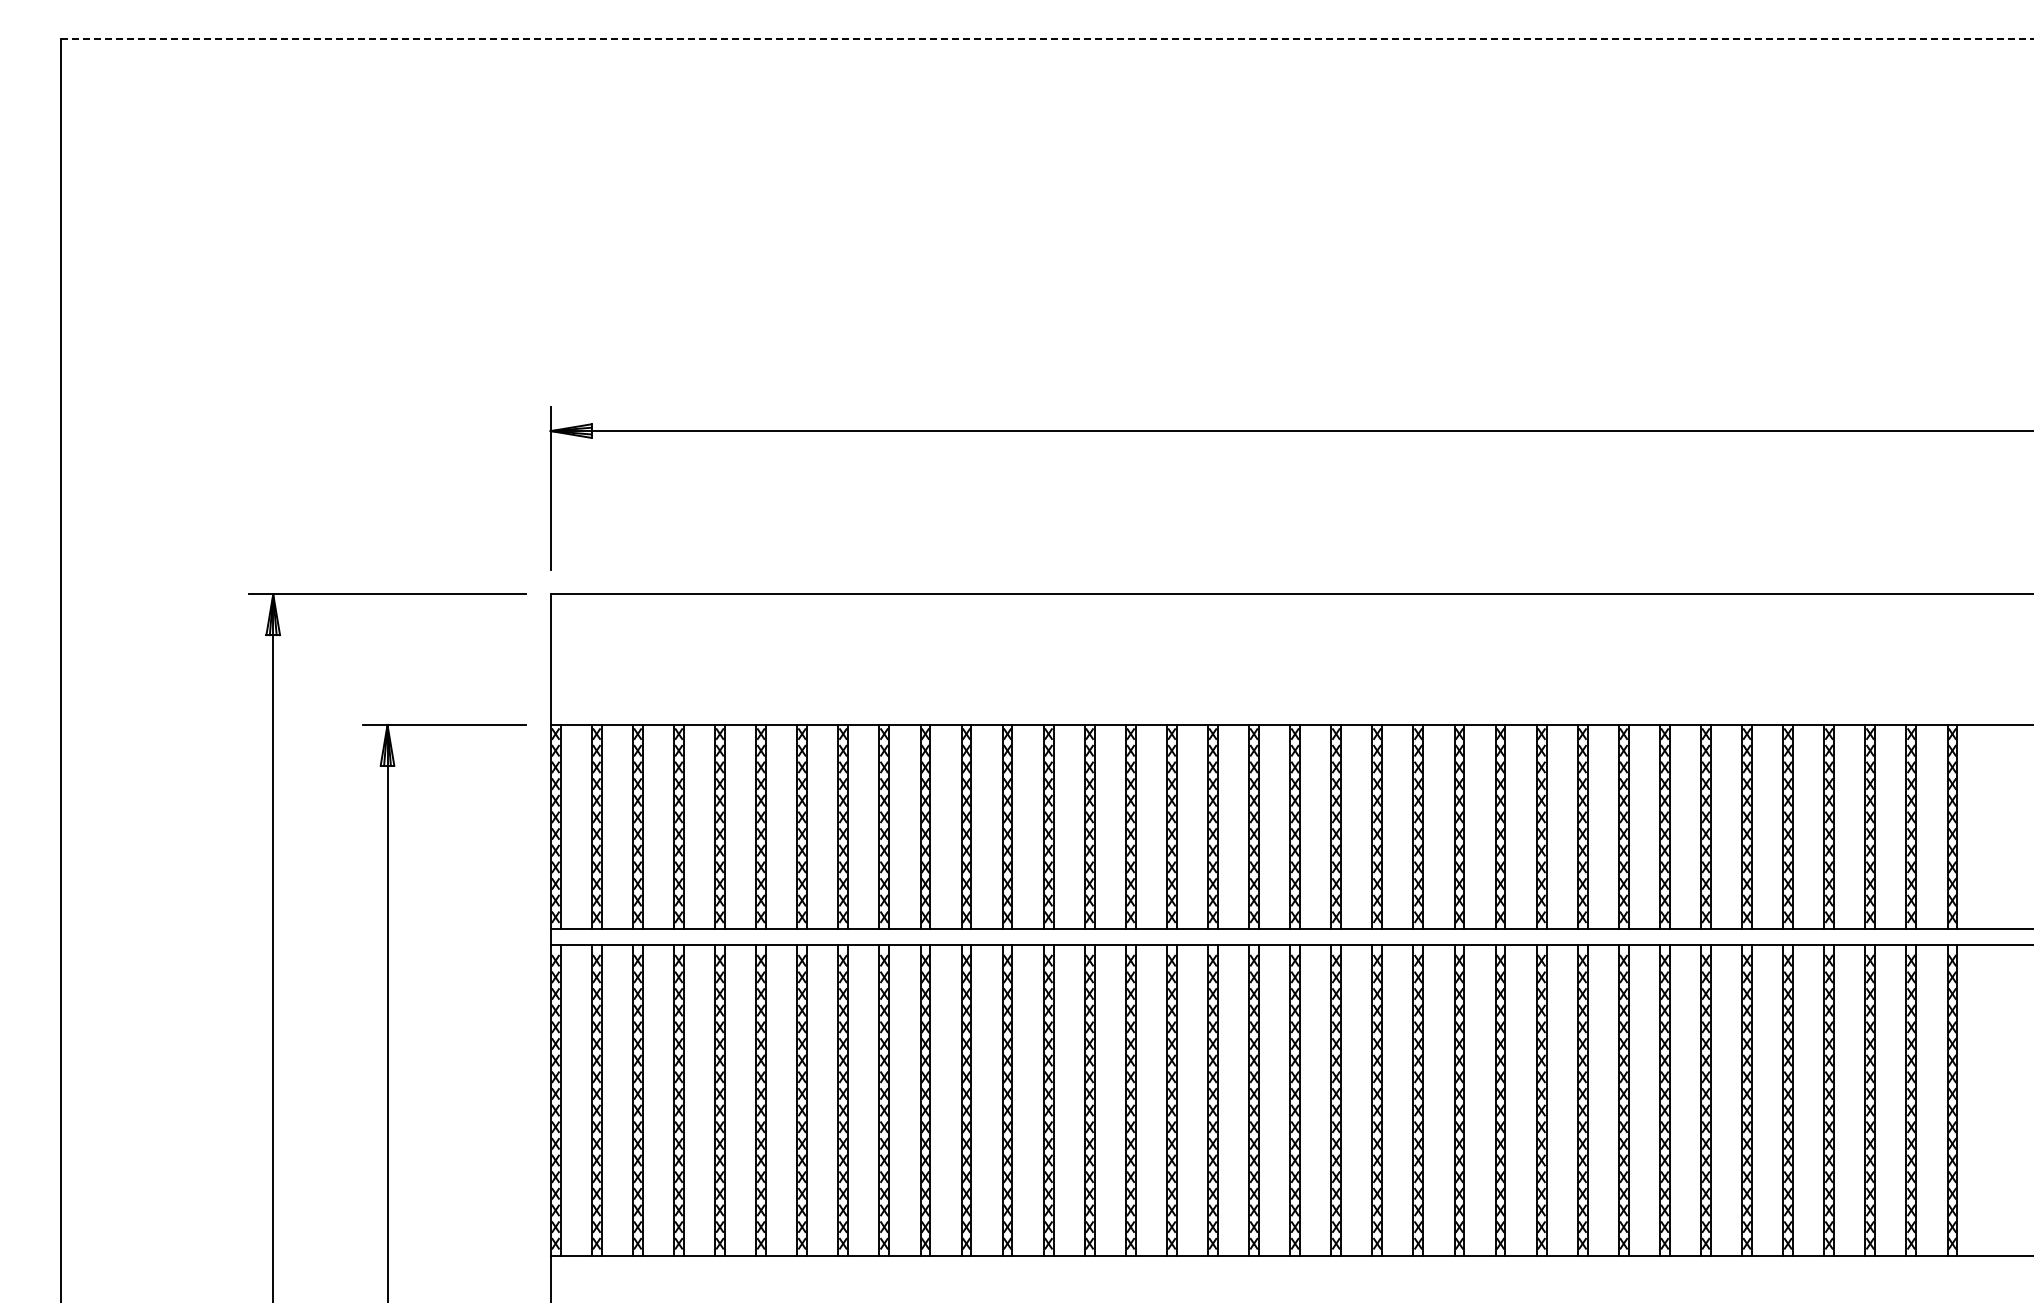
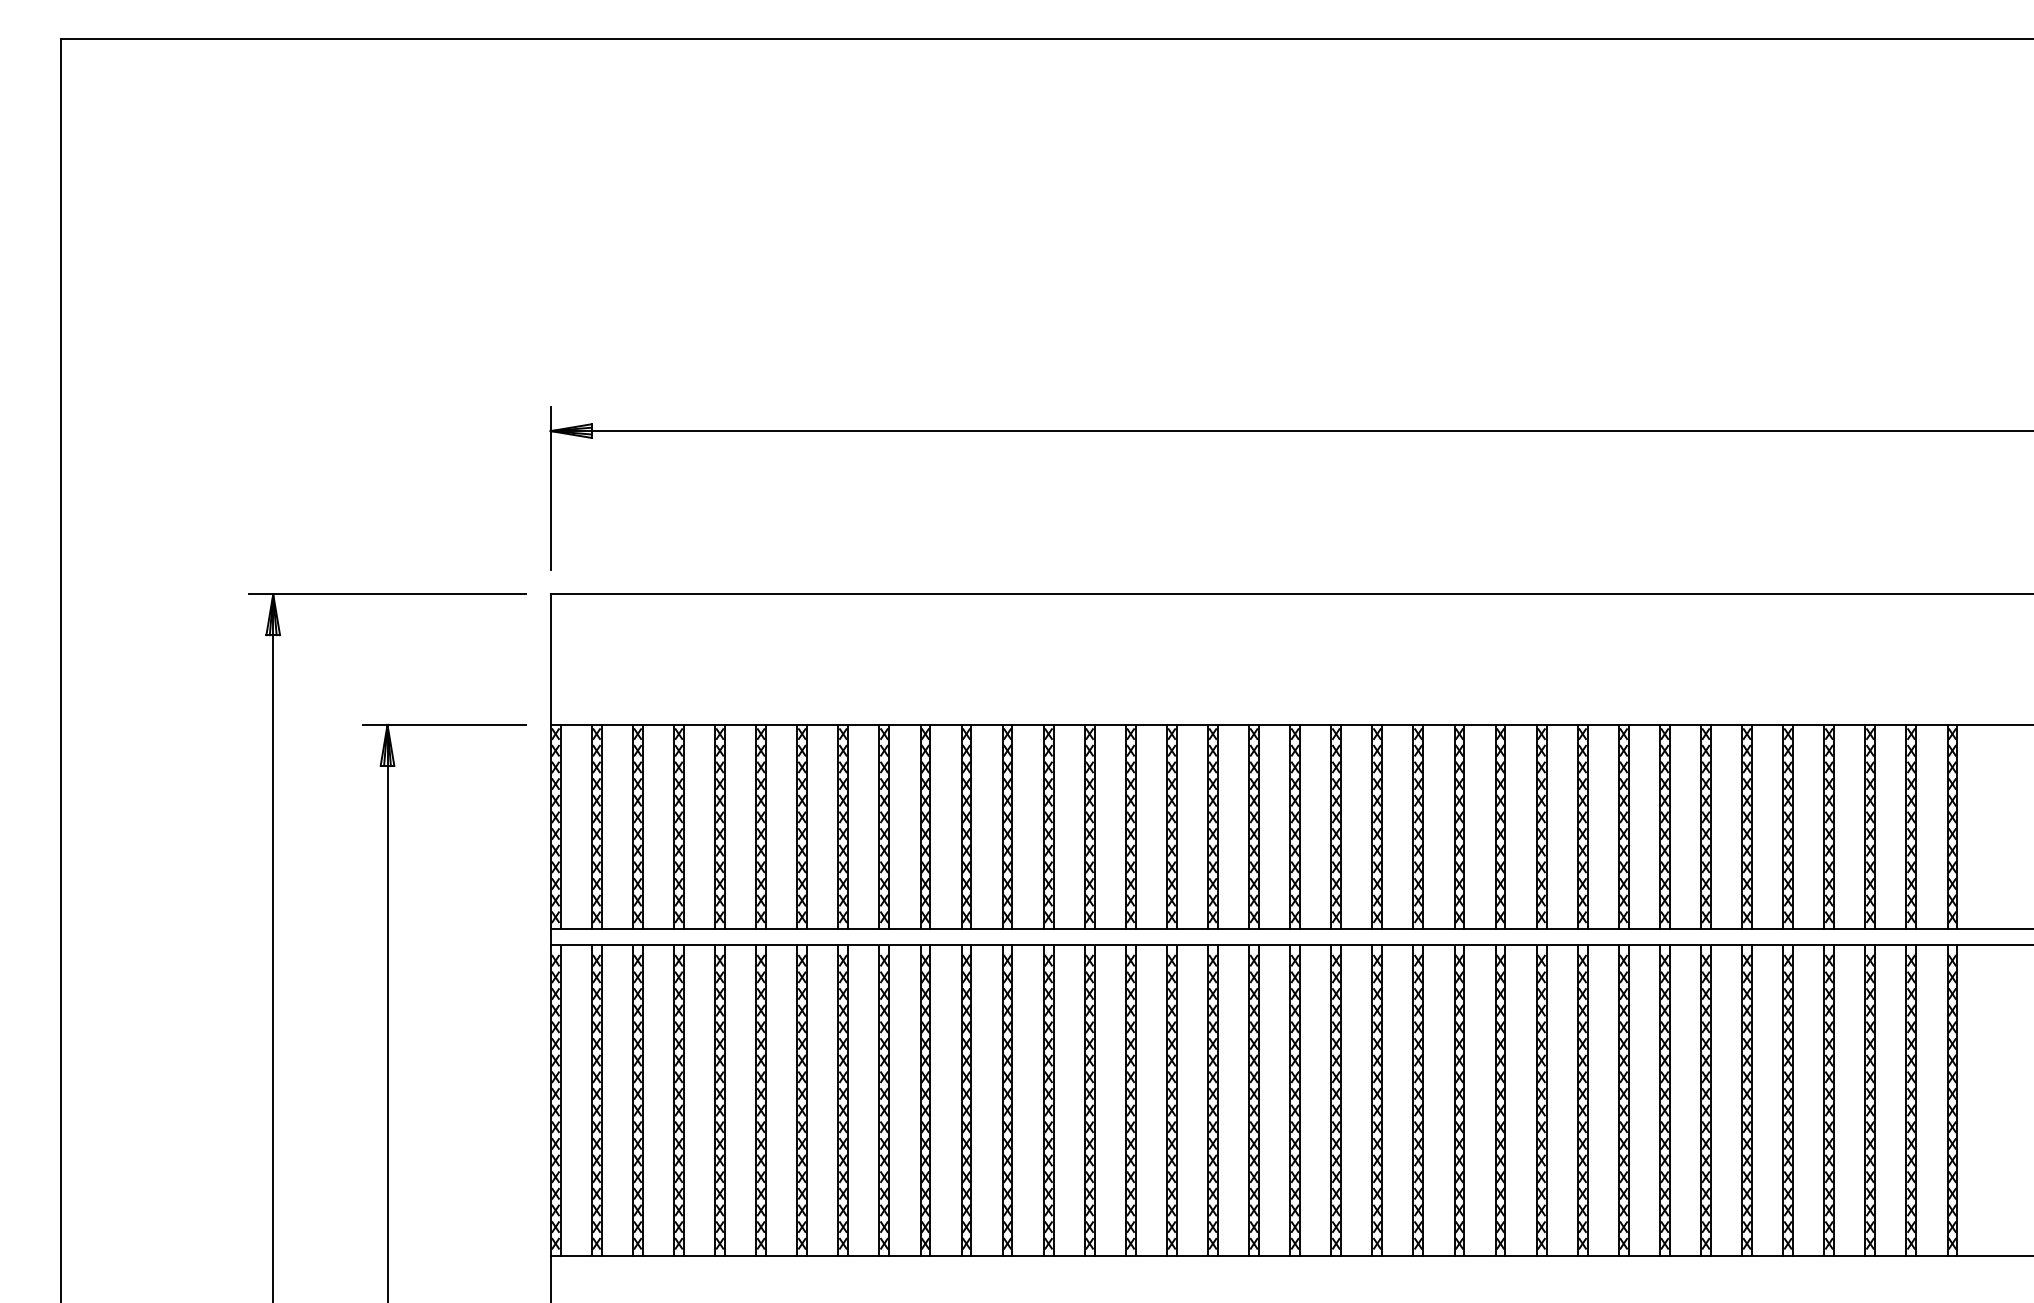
line at (1047, 39): dashed -> solid
